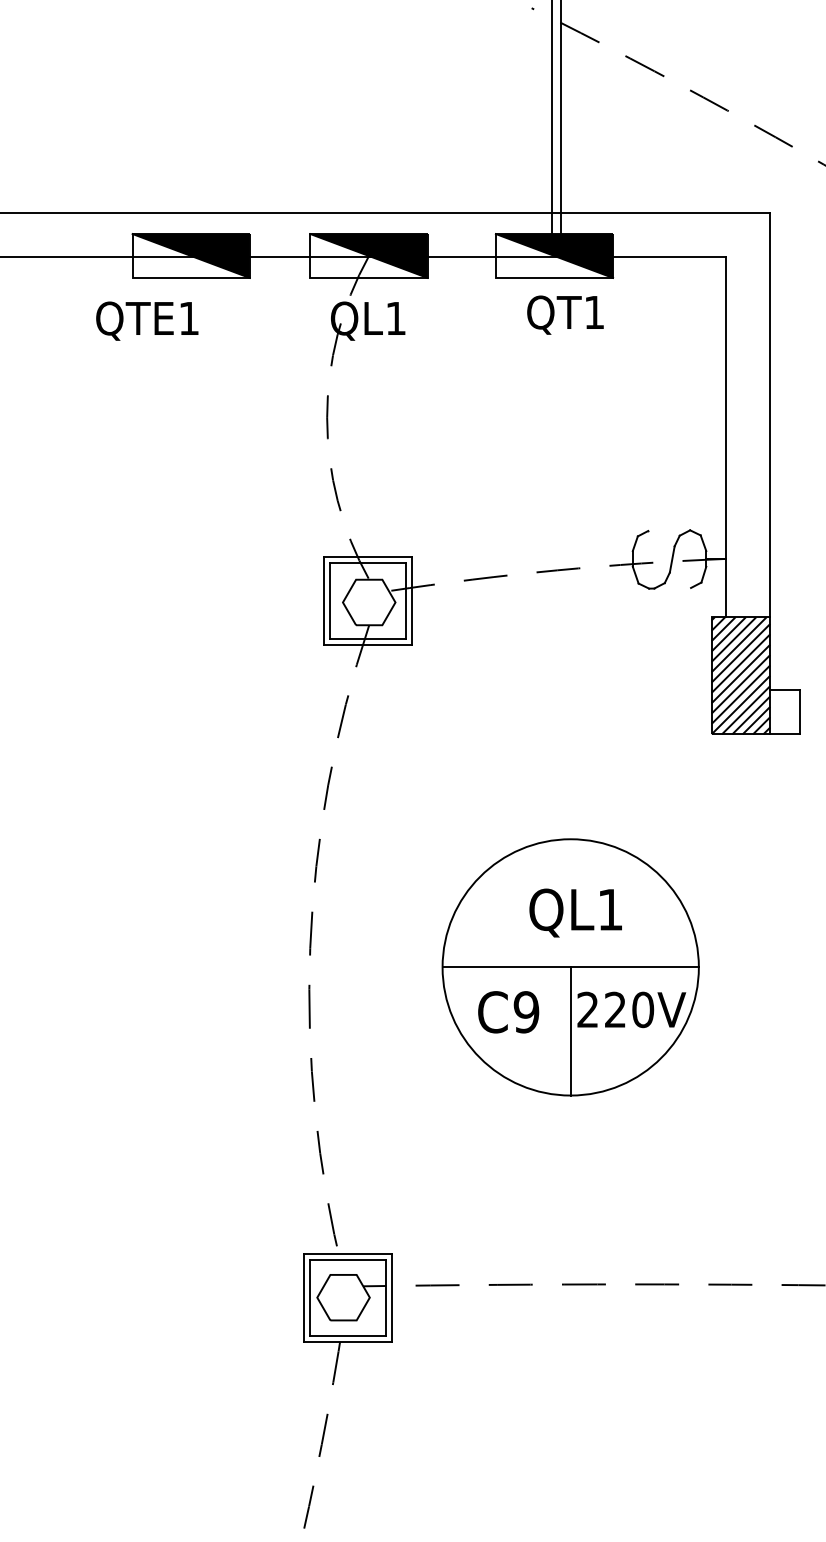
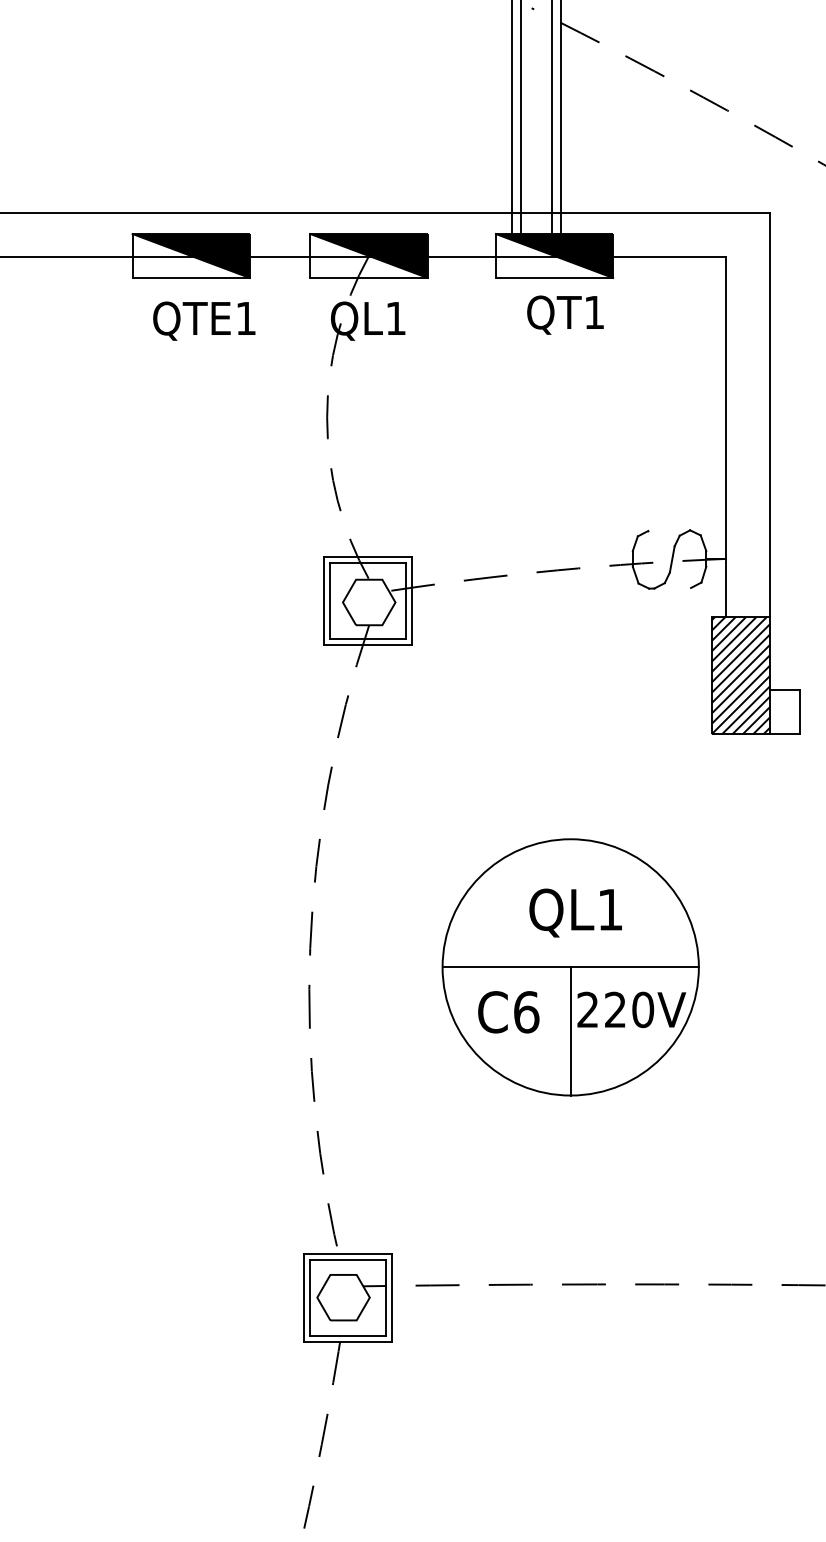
line at (511, 118): none -> present
line at (520, 118): none -> present
text at (147, 320) position: (147, 320) -> (204, 320)
text at (526, 1012): C9 -> C6
